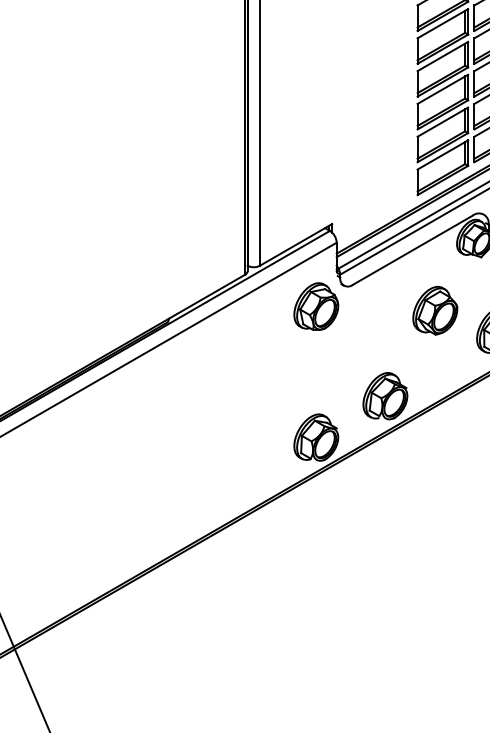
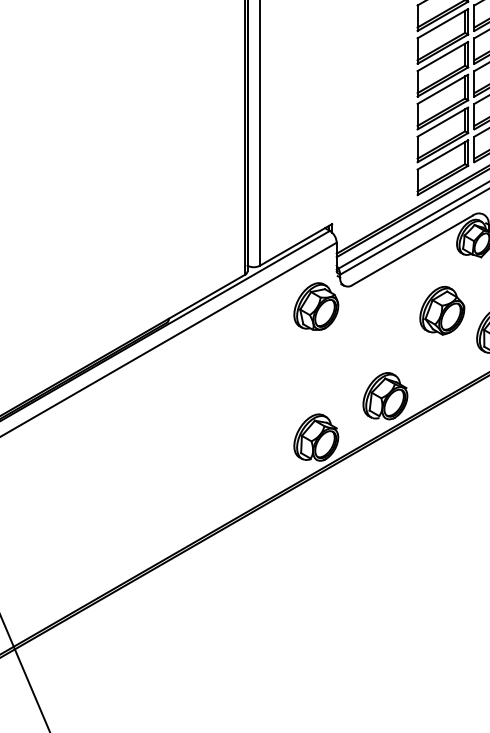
part at (435, 310) position: (435, 310) -> (442, 310)
